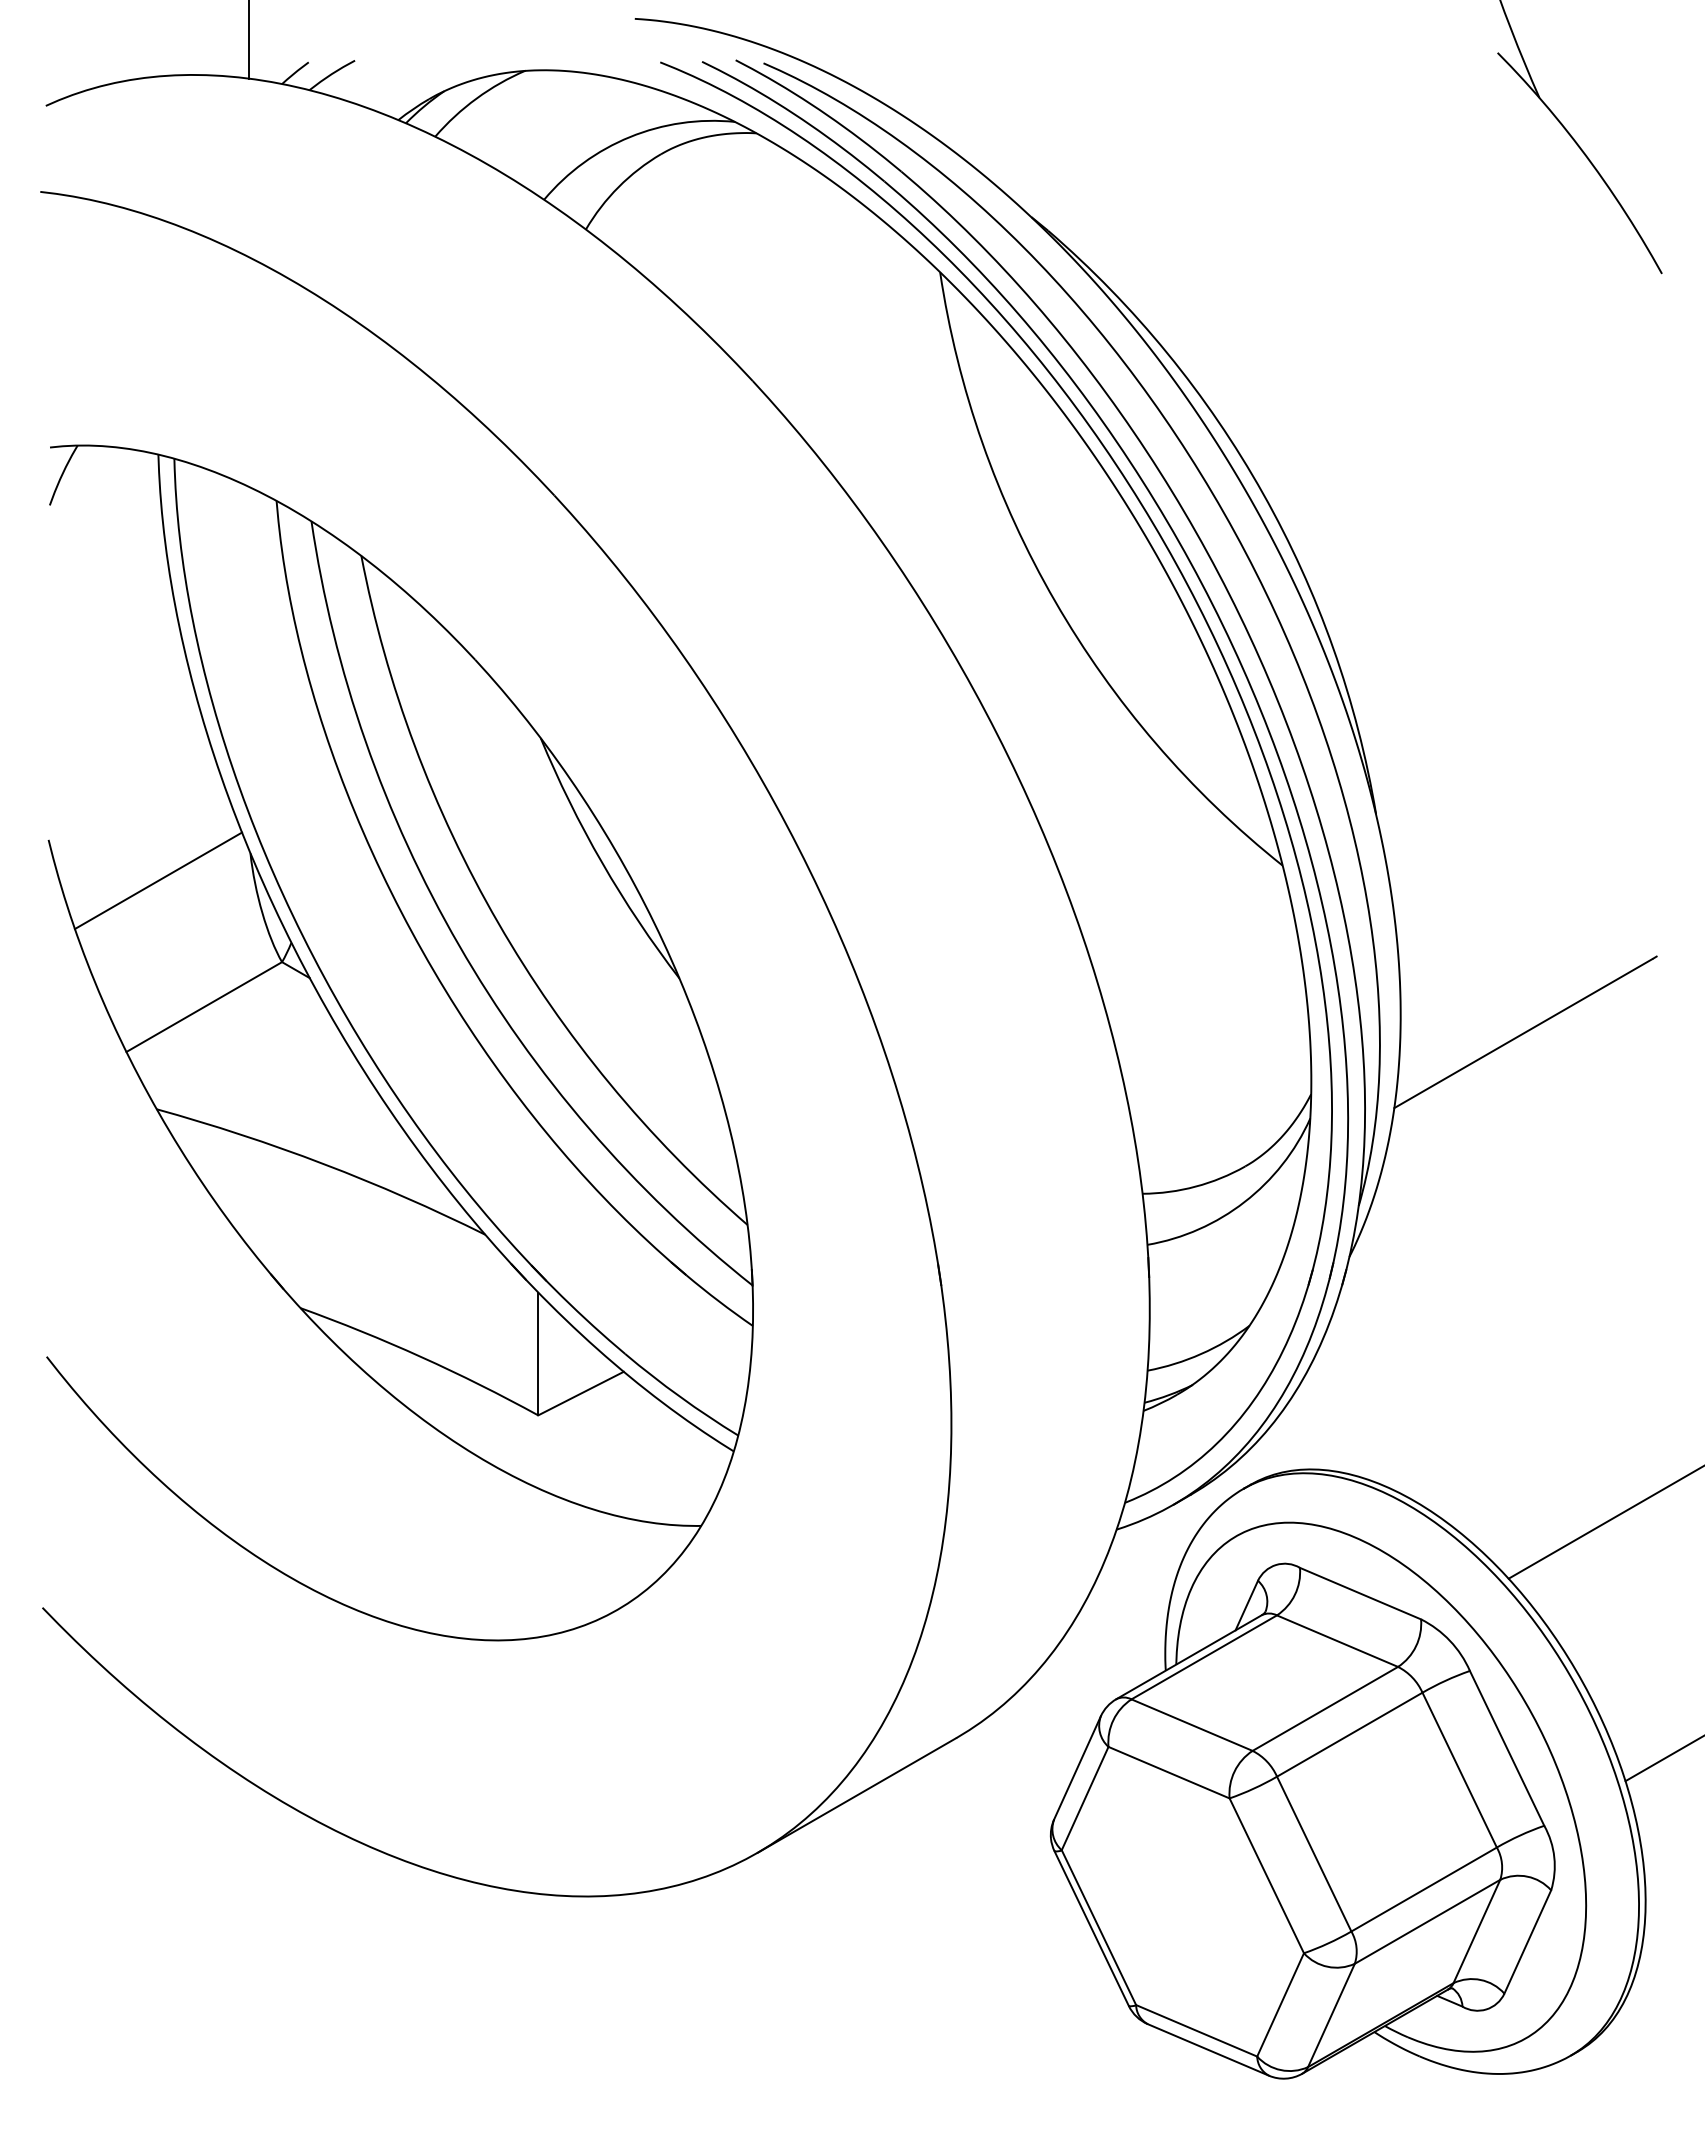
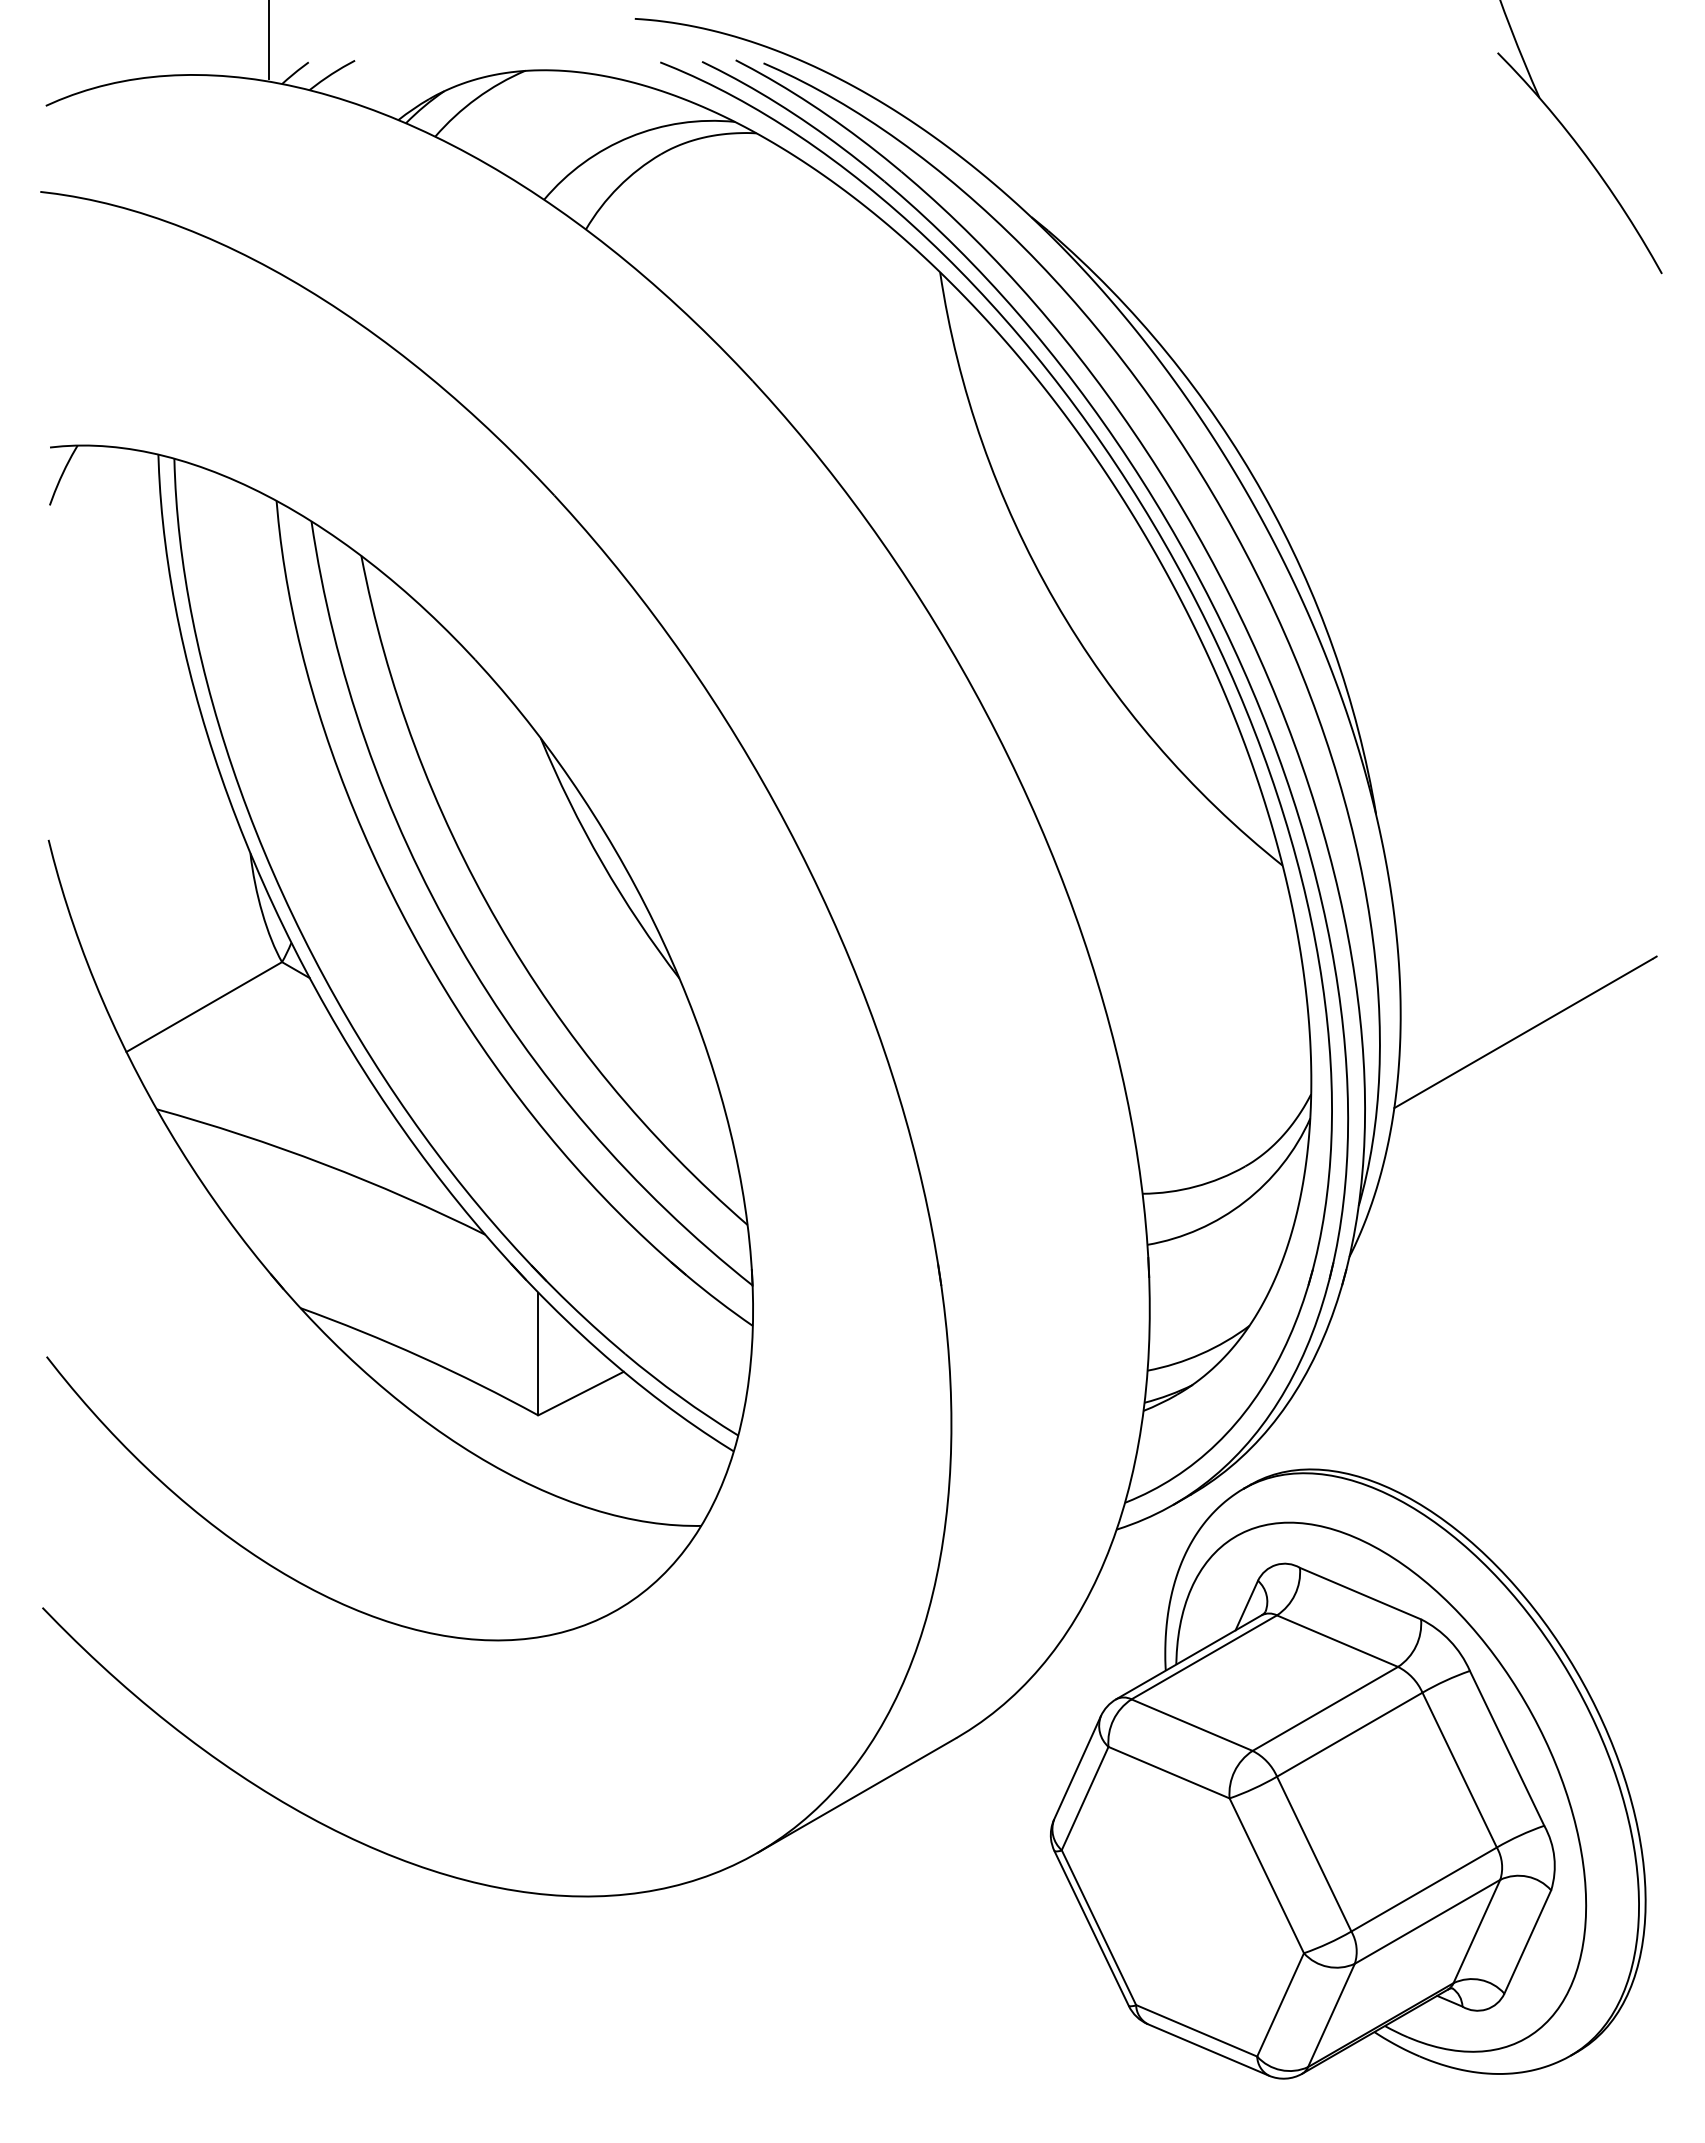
line at (249, 40) position: (249, 40) -> (269, 40)
line at (158, 880): present -> none
line at (1604, 1522): present -> none
line at (1663, 1759): present -> none
